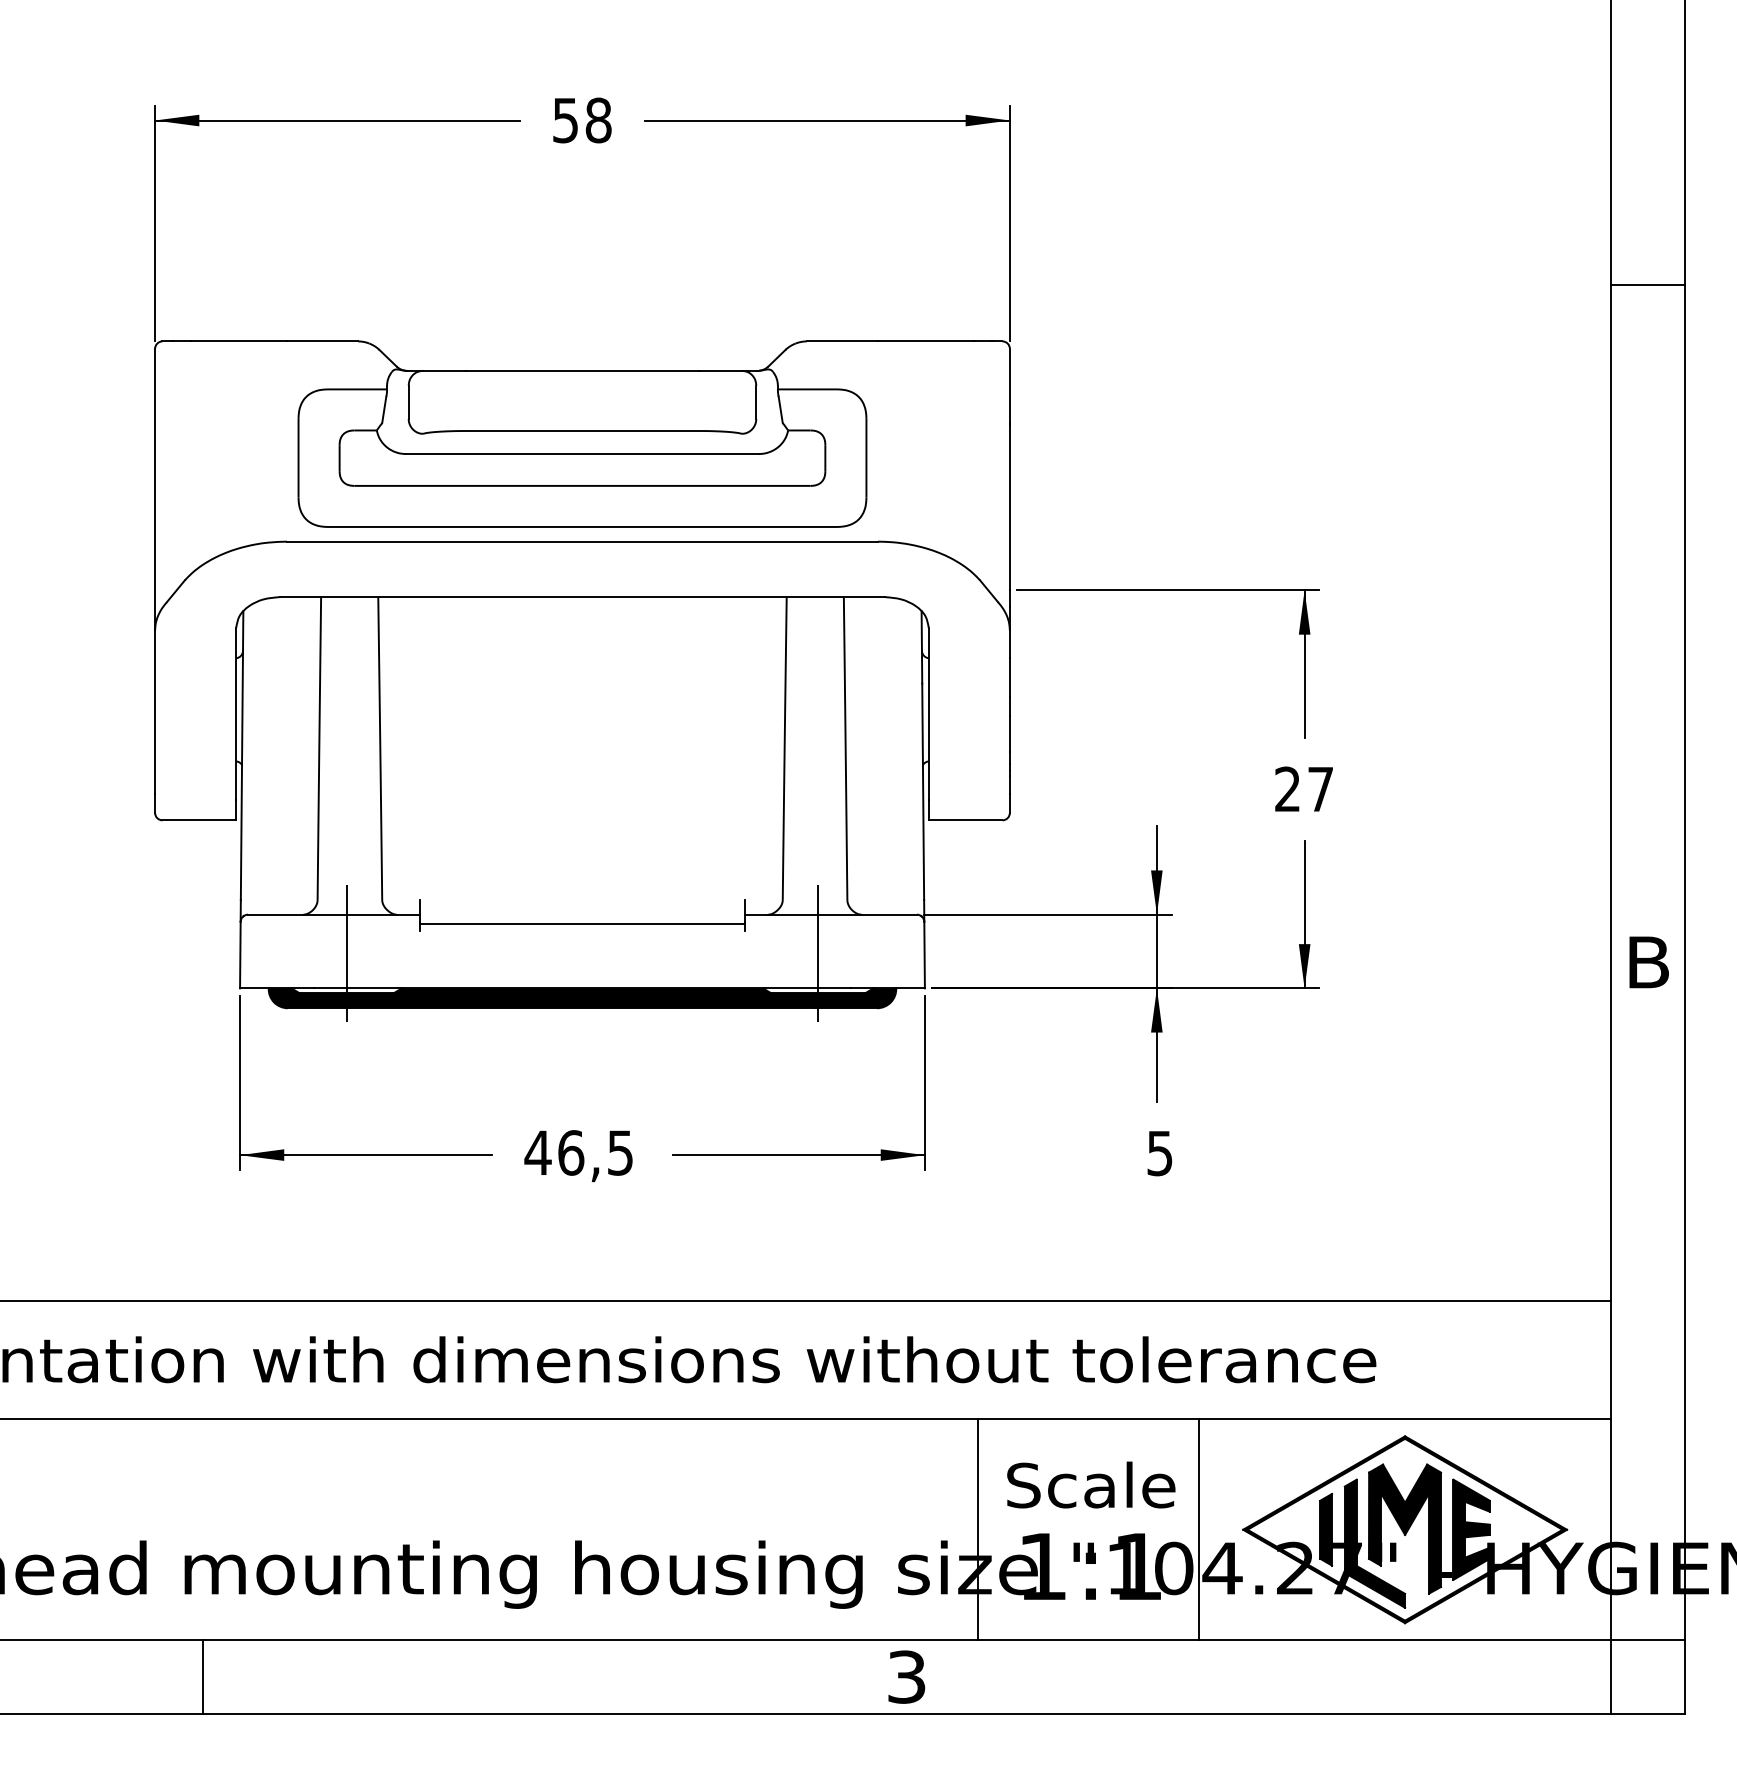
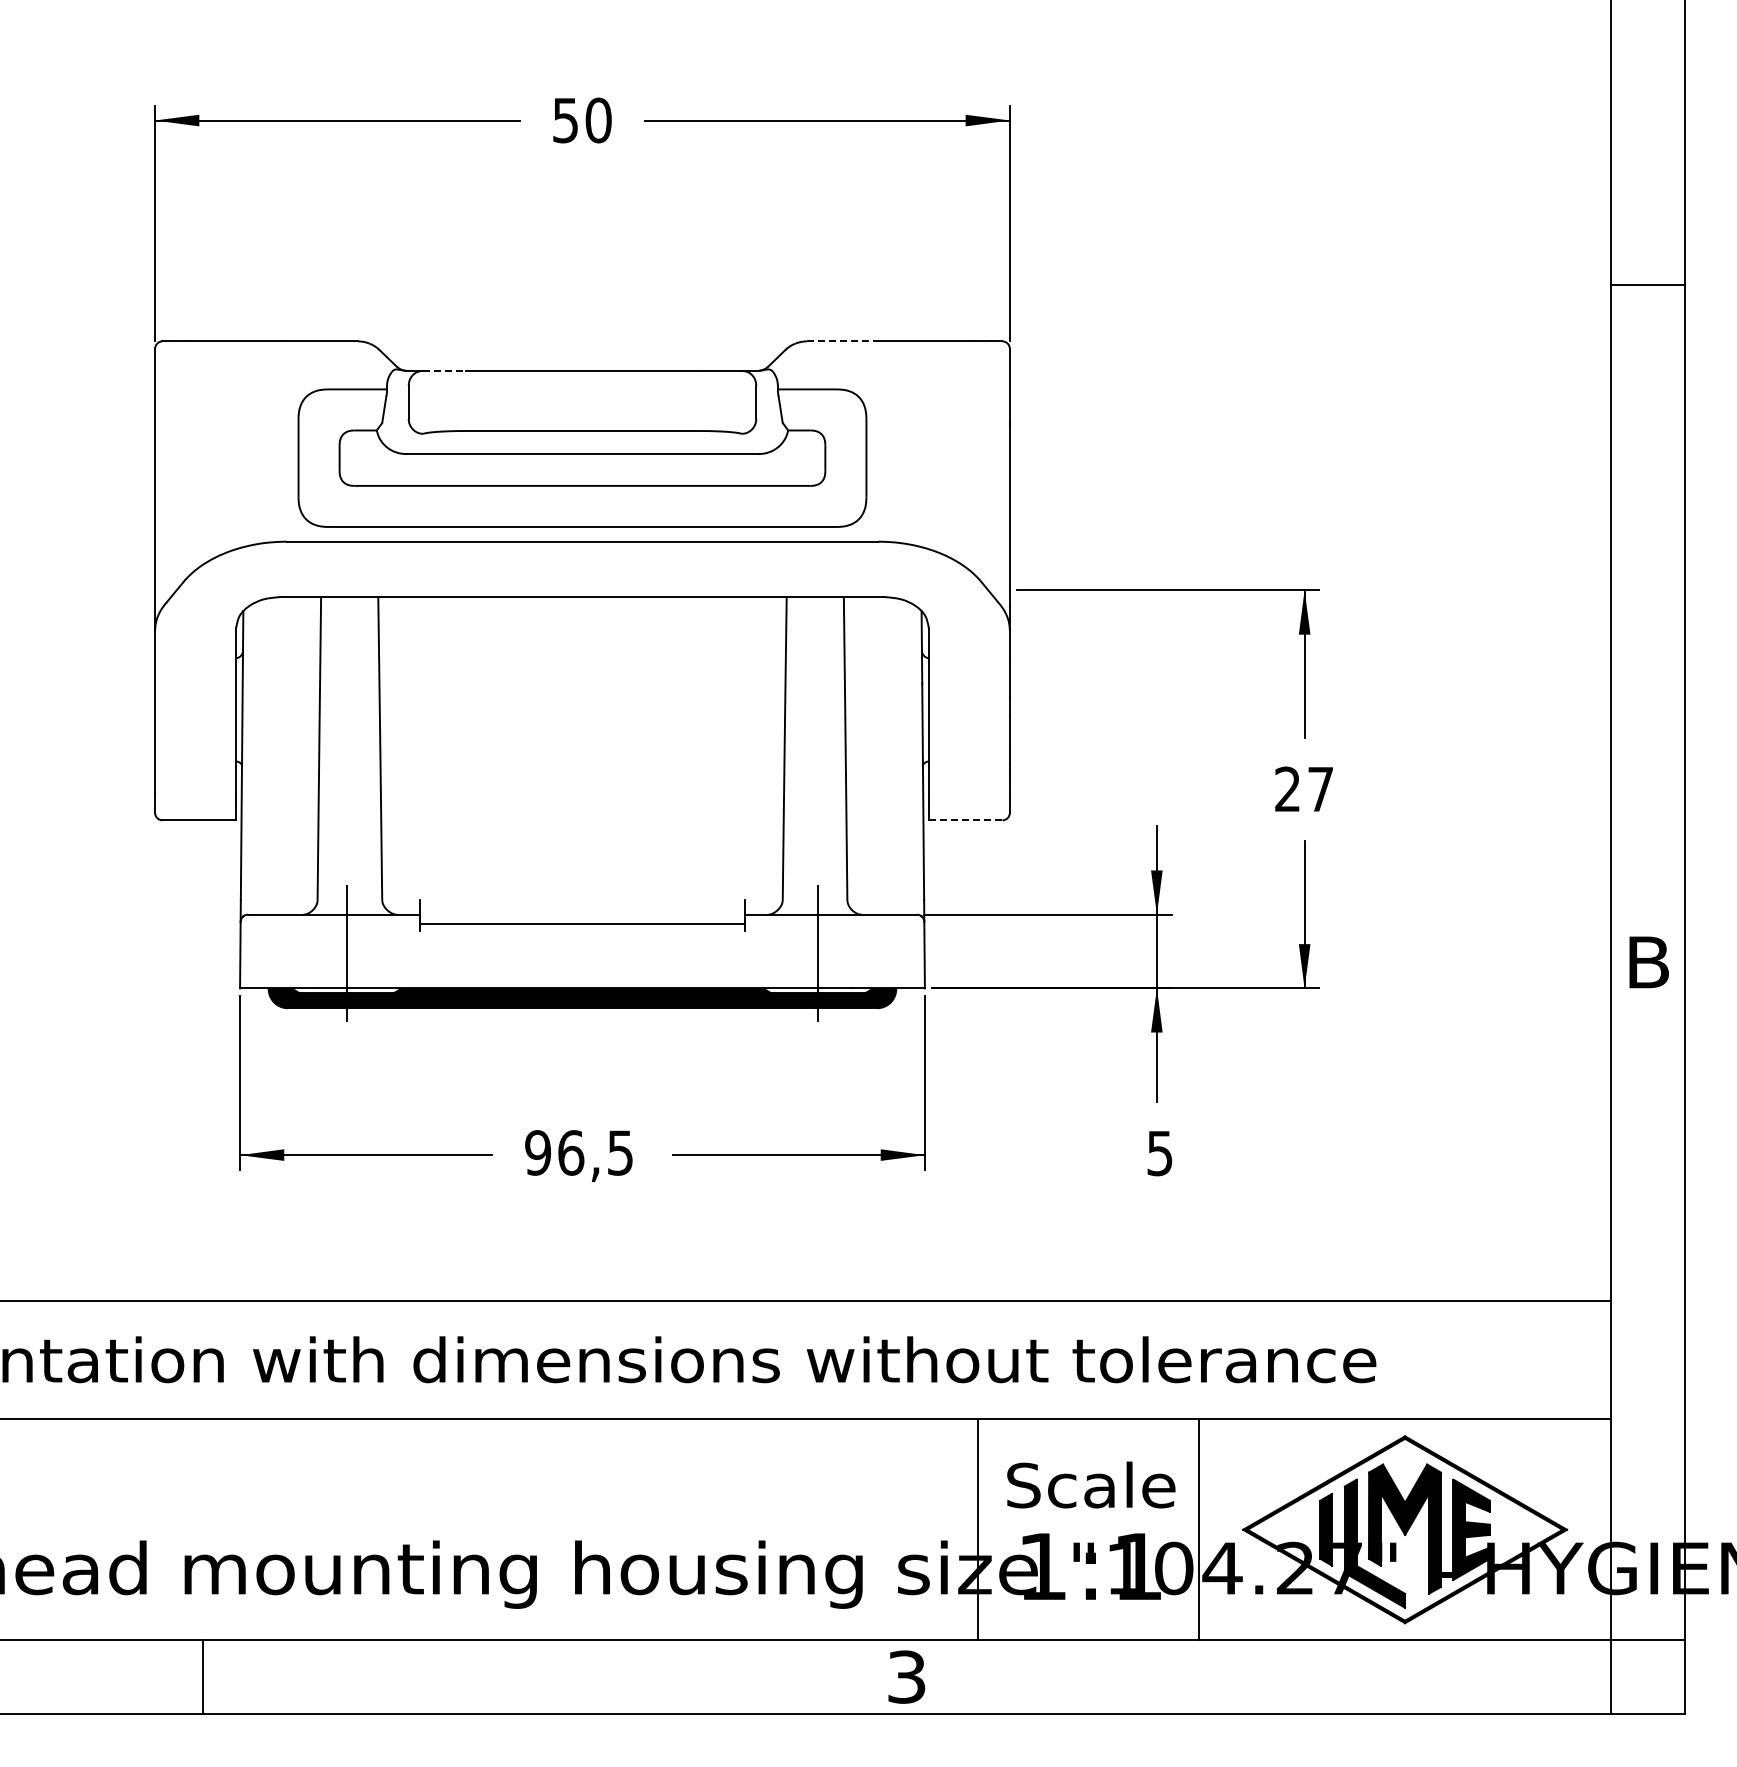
text at (598, 120): 58 -> 50
line at (842, 341): solid -> dashed
line at (444, 370): solid -> dashed
line at (965, 820): solid -> dashed
text at (537, 1152): 46,5 -> 96,5
